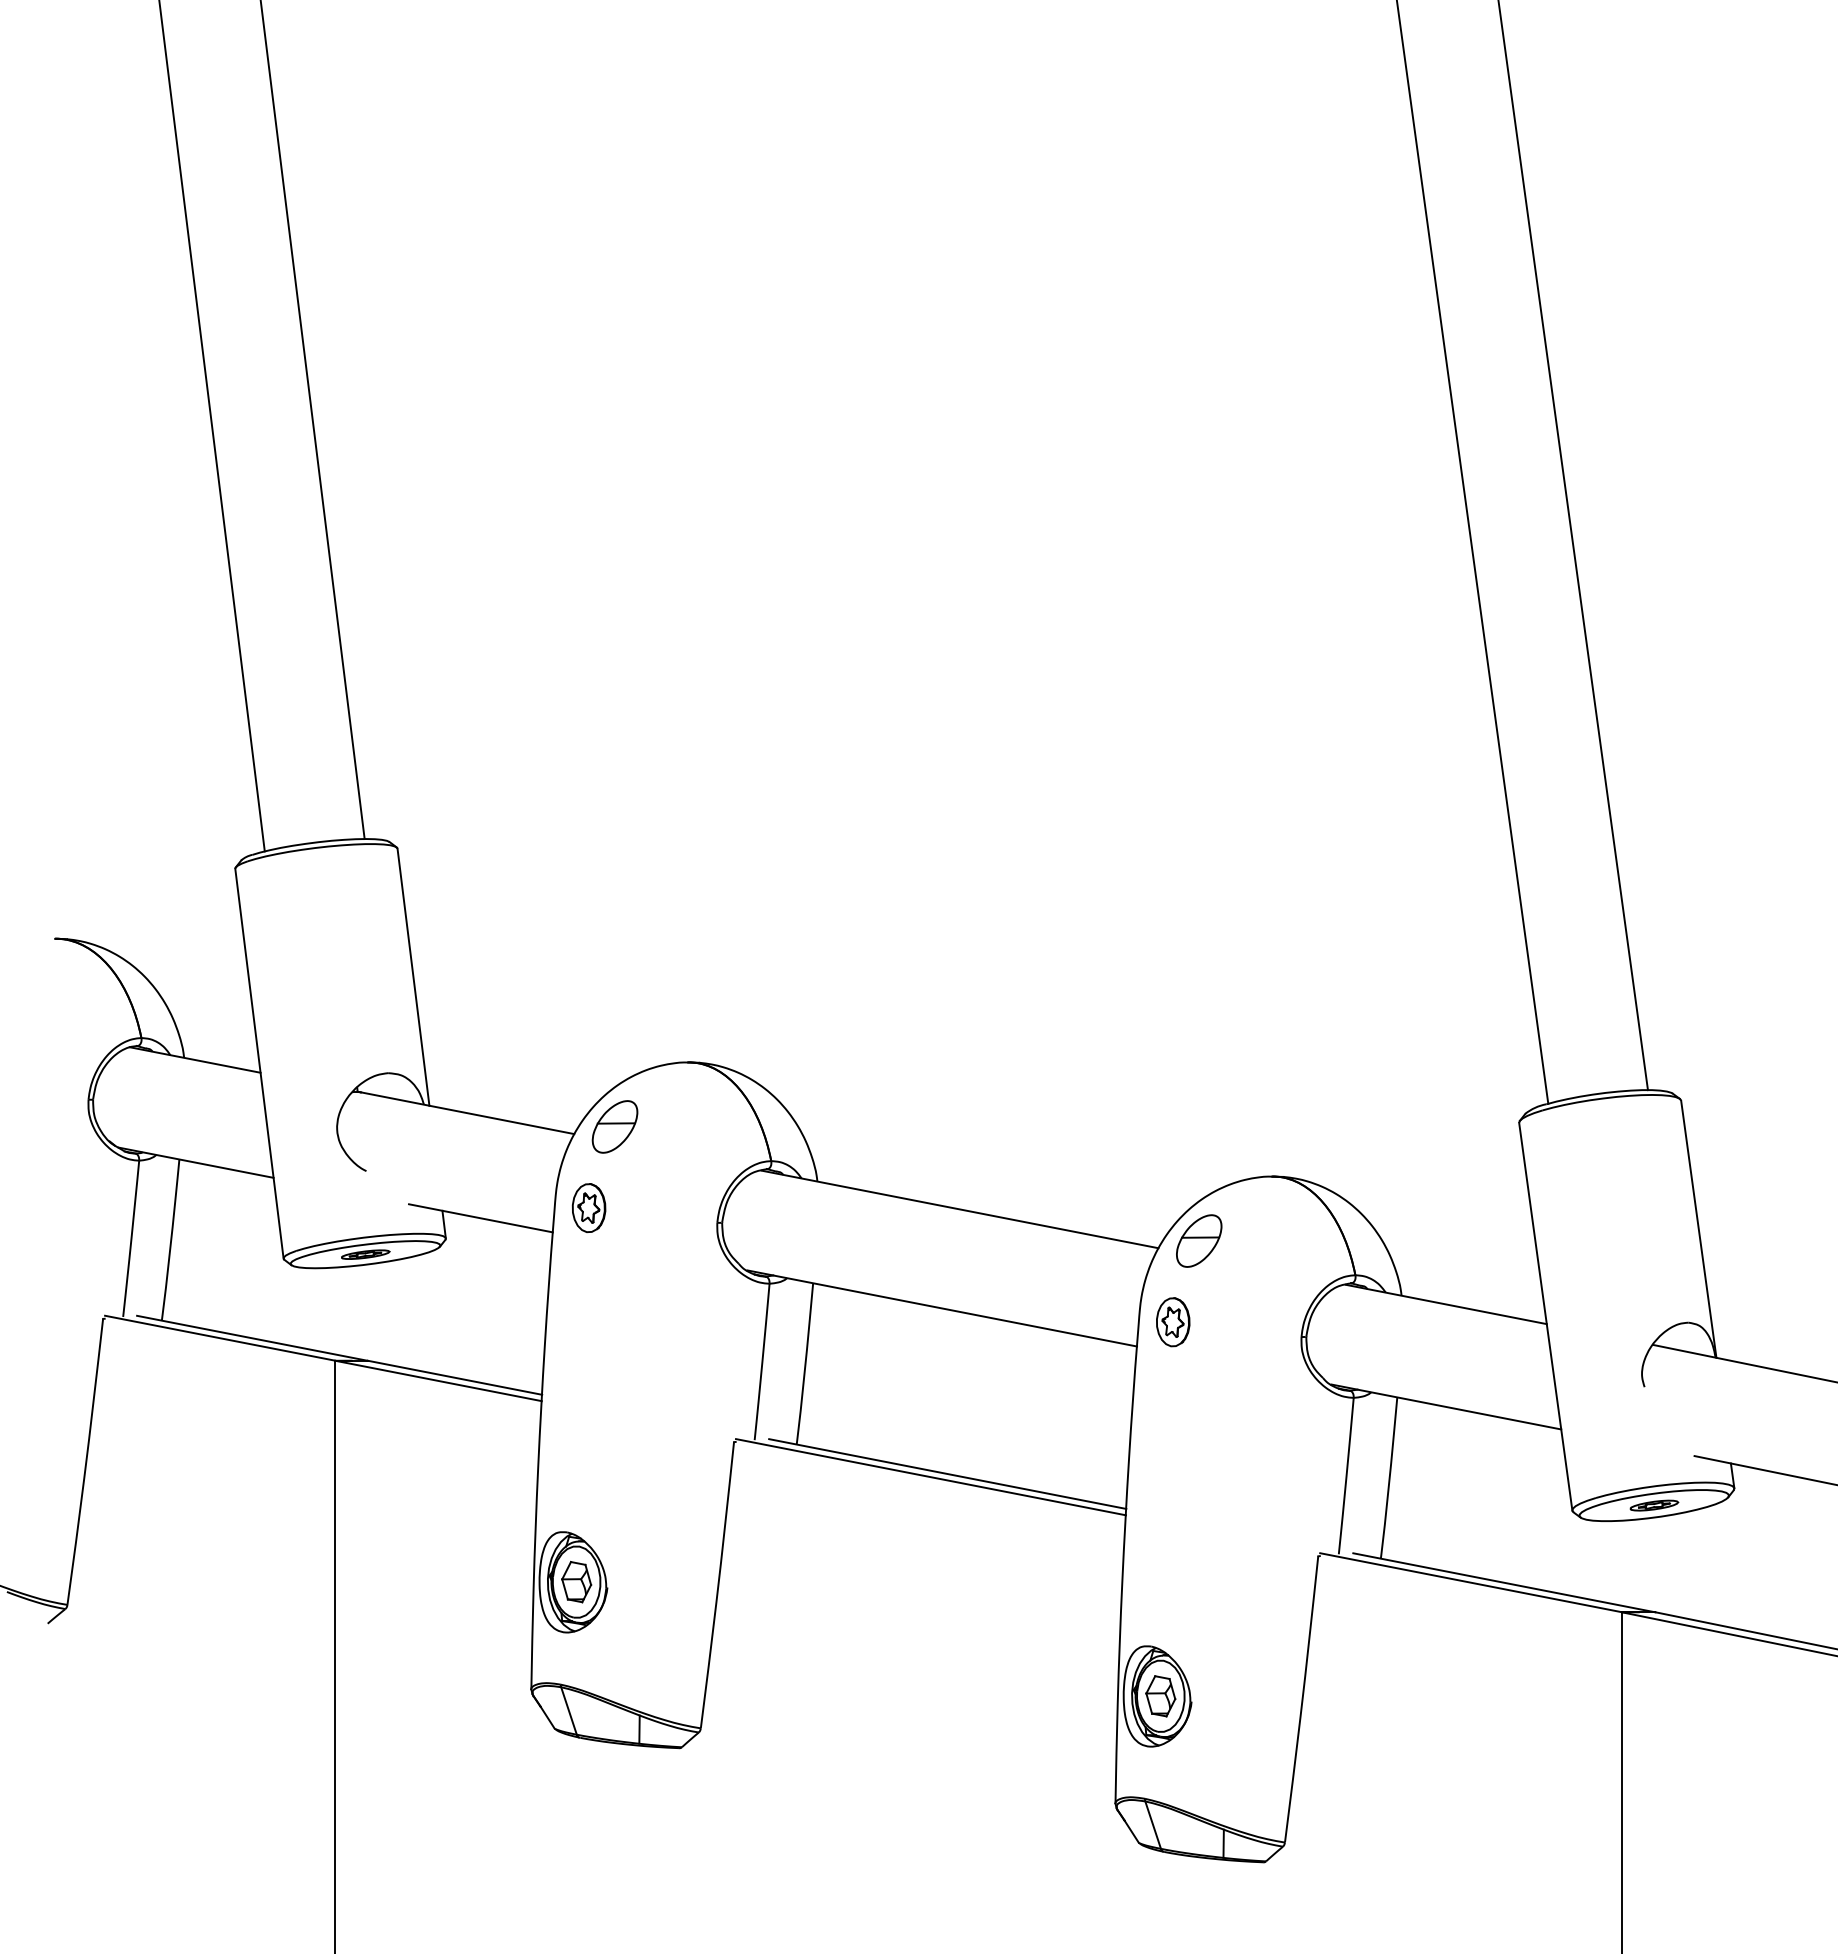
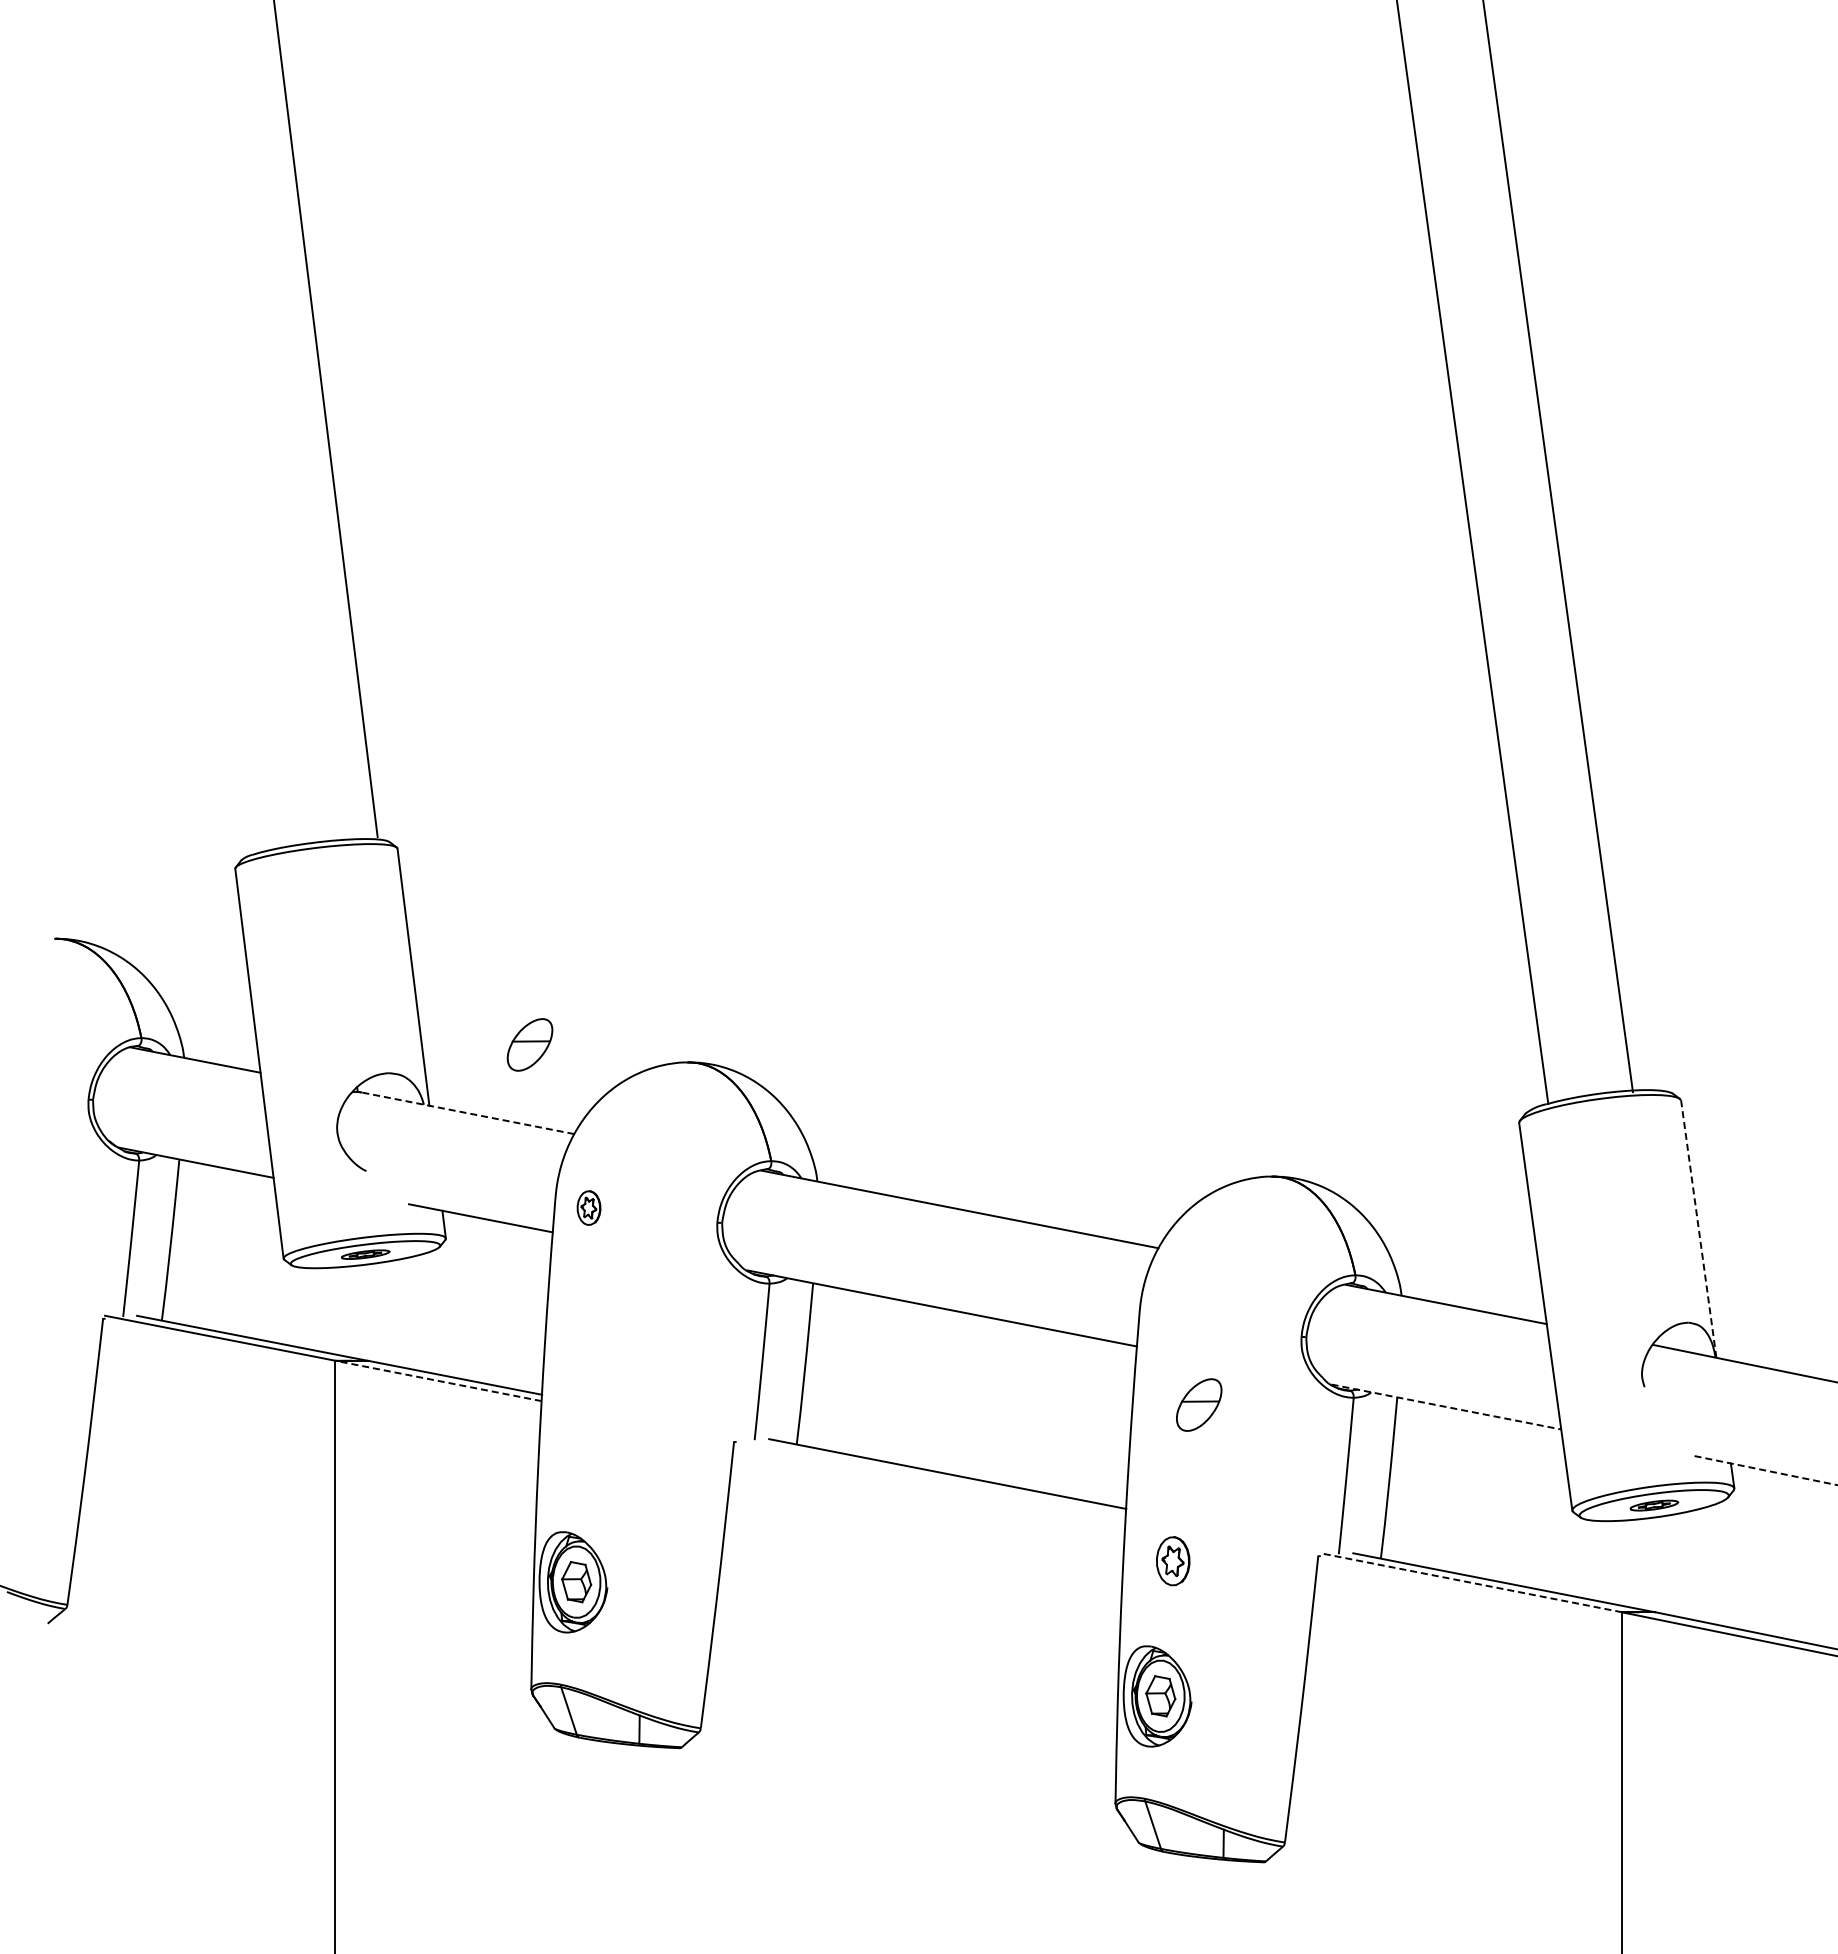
line at (312, 420) position: (312, 420) -> (325, 419)
line at (211, 426): present -> none
line at (1572, 546) position: (1572, 546) -> (1557, 547)
line at (467, 1113): solid -> dashed
part at (614, 1126) position: (614, 1126) -> (529, 1044)
part at (588, 1207) size: 36x50 px -> 26x36 px
line at (1698, 1229): solid -> dashed
part at (1199, 1240) position: (1199, 1240) -> (1199, 1404)
part at (1173, 1322) position: (1173, 1322) -> (1173, 1561)
line at (438, 1380): solid -> dashed
line at (1446, 1407): solid -> dashed
line at (1765, 1470): solid -> dashed
line at (930, 1477): present -> none
line at (1471, 1582): solid -> dashed
